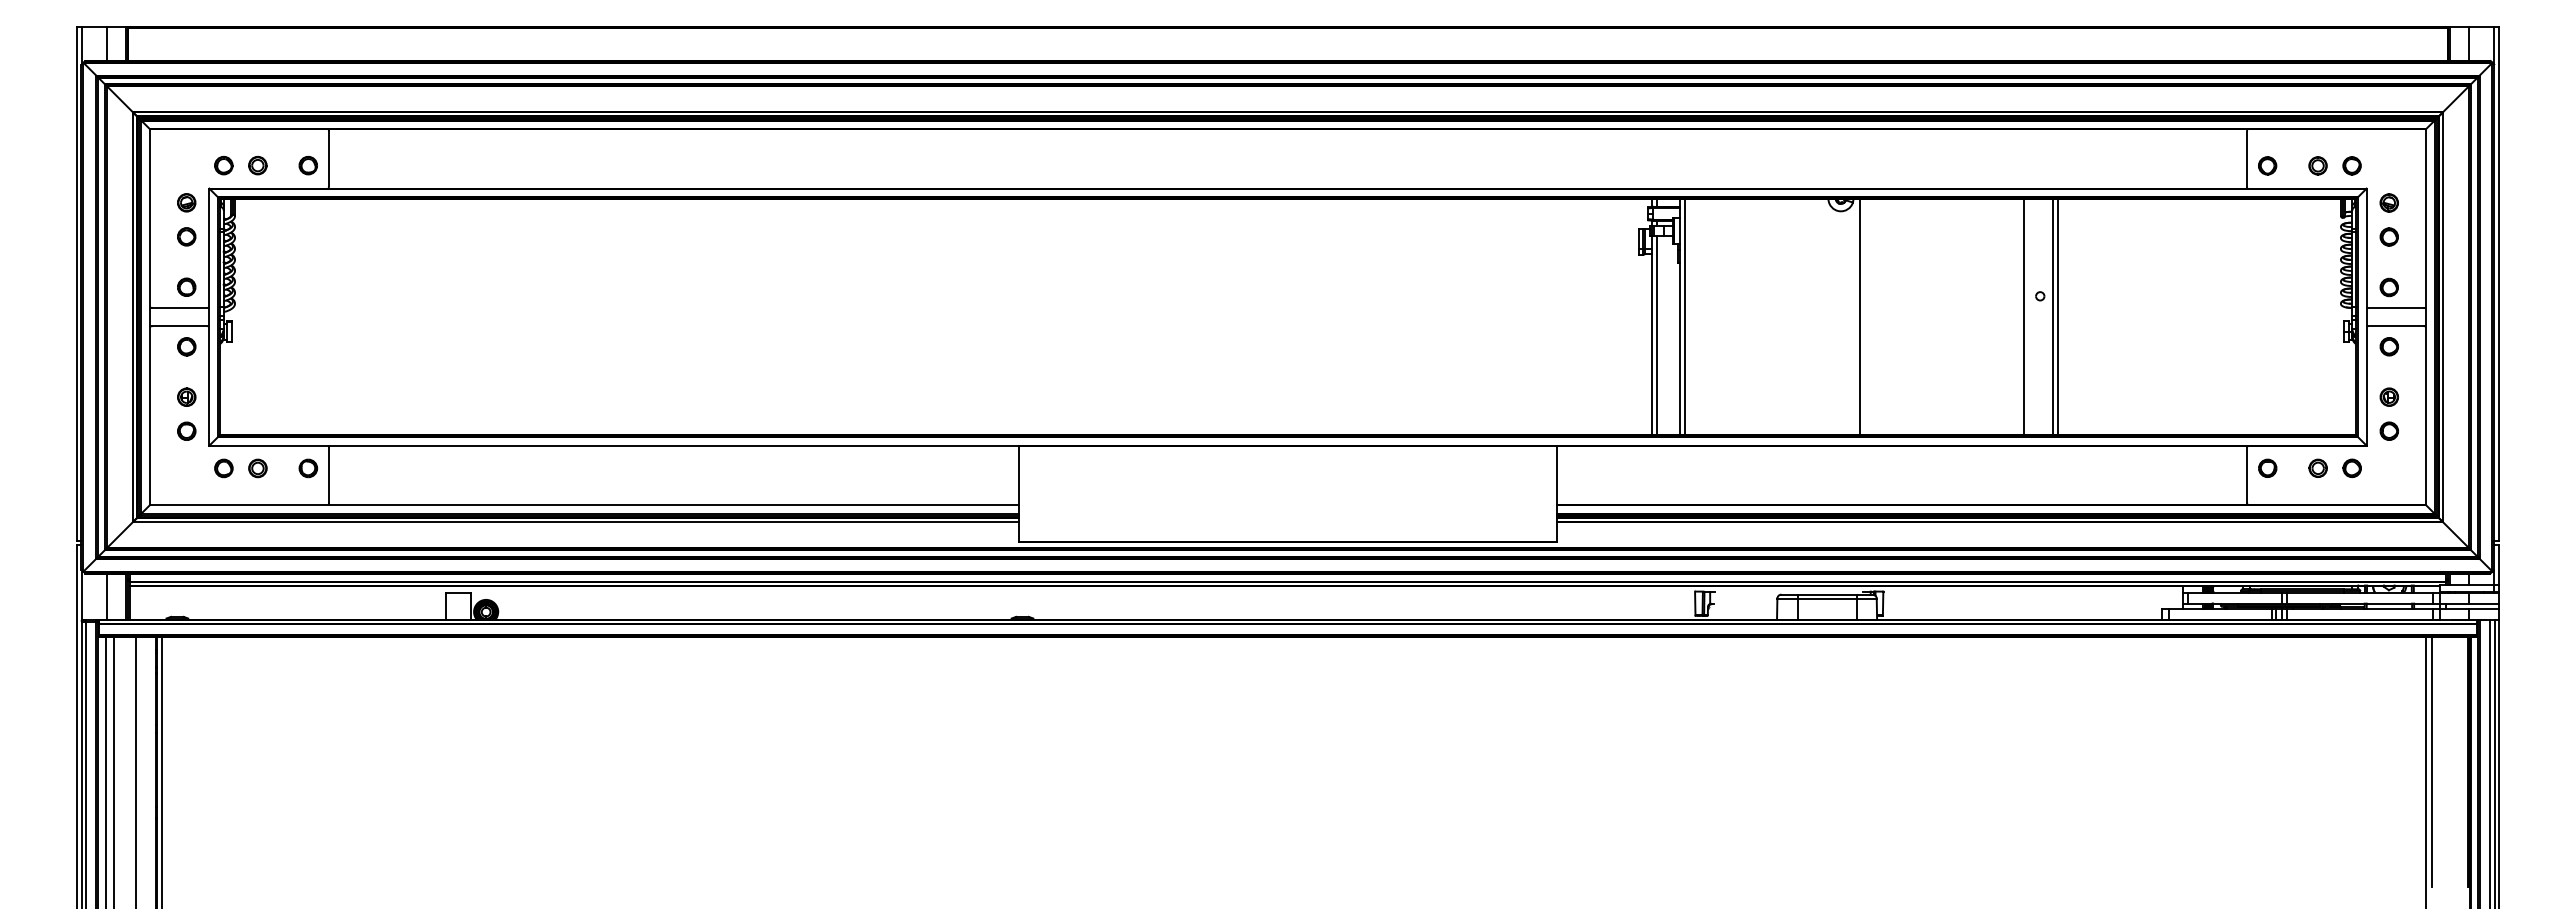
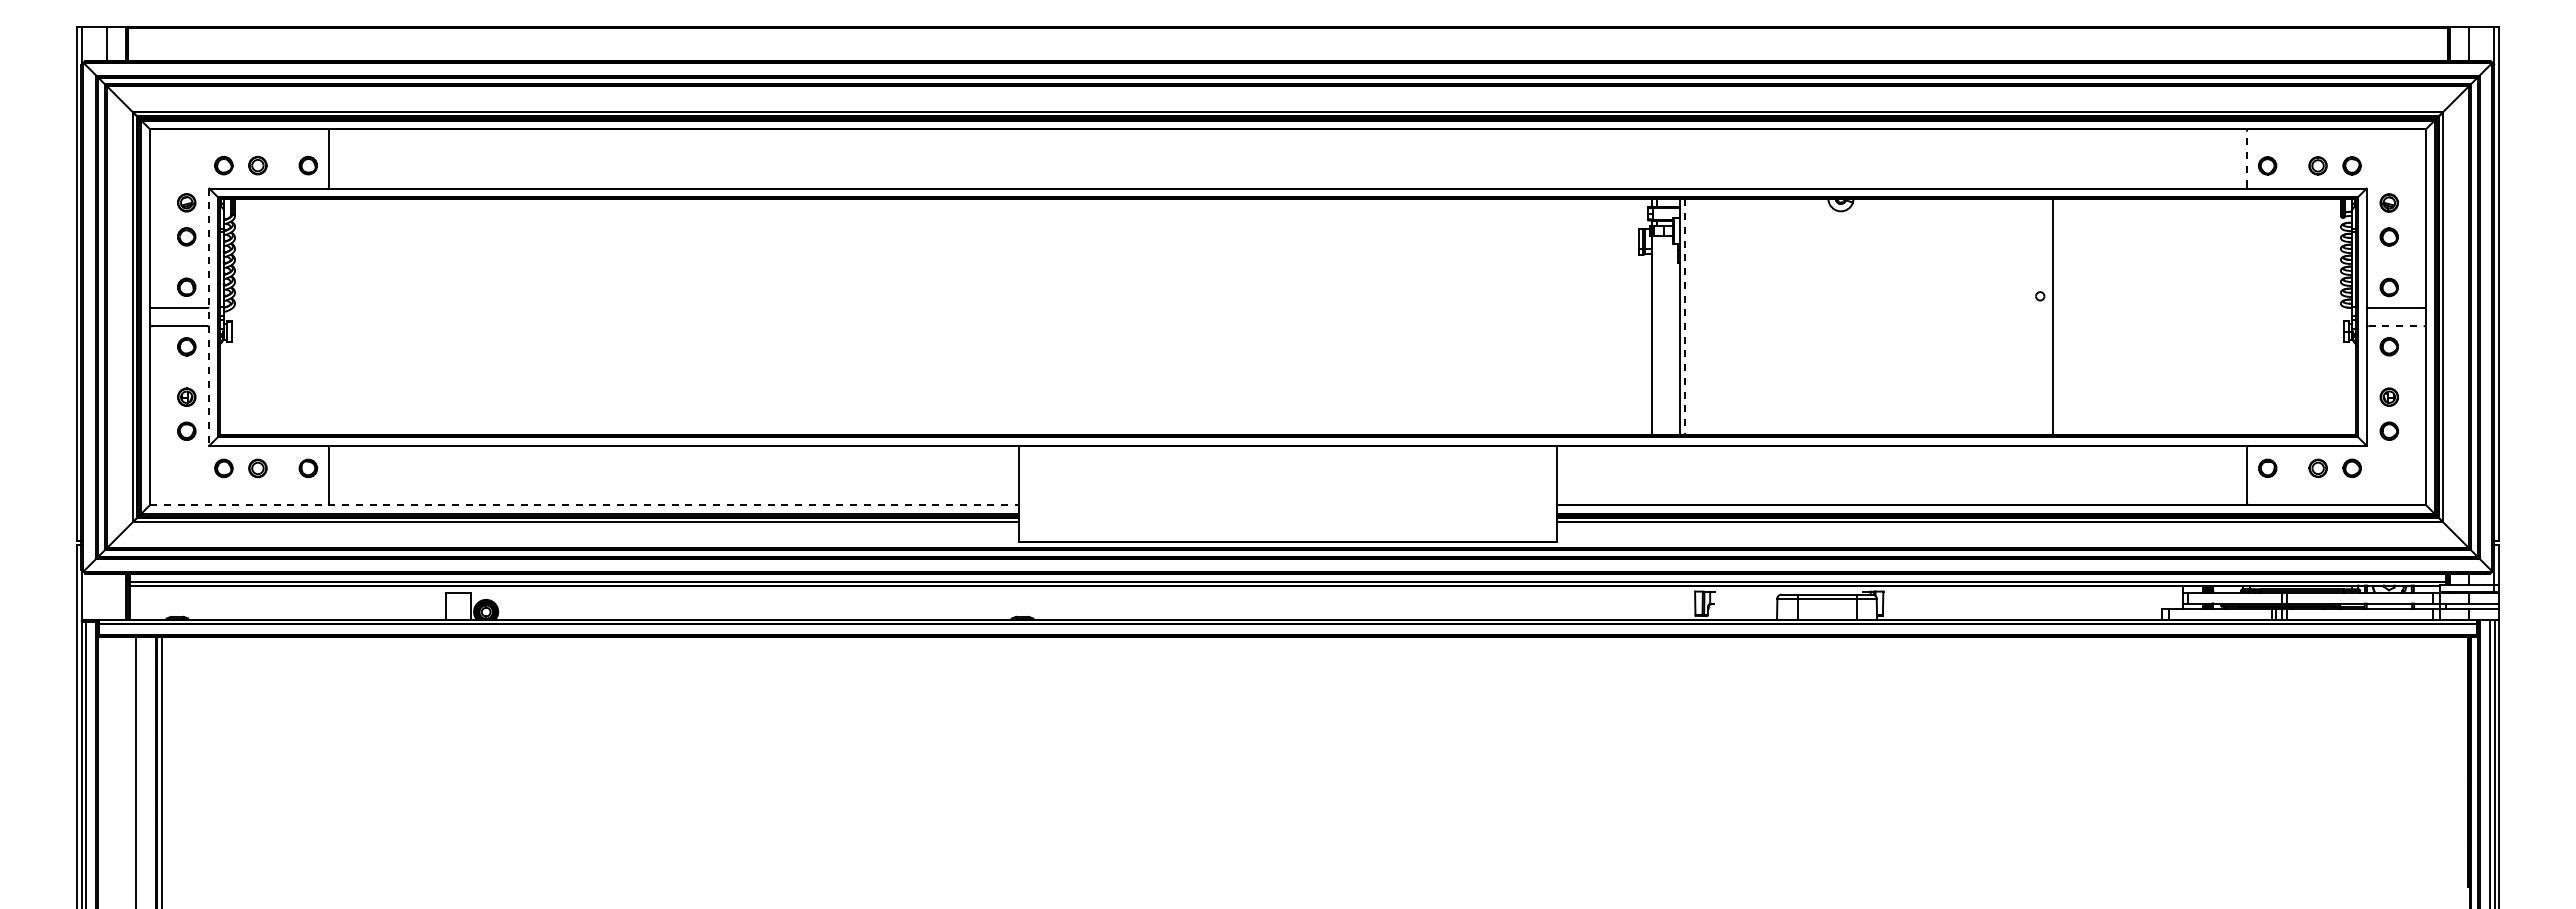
line at (2247, 158): solid -> dashed
line at (1860, 316): present -> none
line at (2024, 316): present -> none
line at (2057, 316): present -> none
line at (209, 317): solid -> dashed
line at (1684, 317): solid -> dashed
line at (2396, 326): solid -> dashed
line at (1656, 335): present -> none
line at (585, 505): solid -> dashed
line at (106, 596): present -> none
line at (2431, 761): present -> none
line at (105, 770): present -> none
line at (114, 770): present -> none
line at (2426, 770): present -> none
